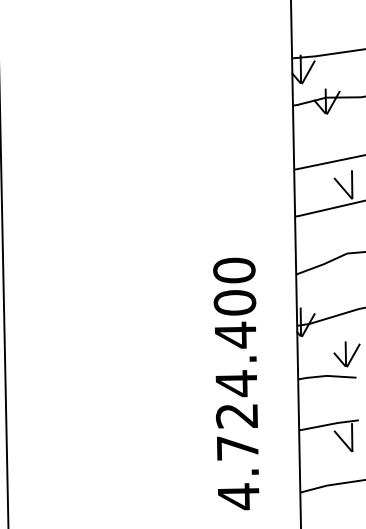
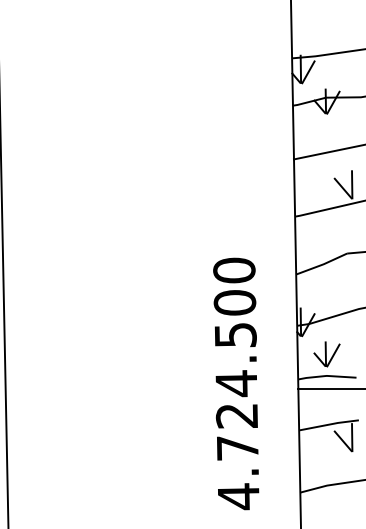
line at (328, 162) position: (328, 162) -> (327, 152)
text at (235, 334): 4.724.400 -> 4.724.500
part at (346, 354) position: (346, 354) -> (326, 354)
line at (330, 389): none -> present
